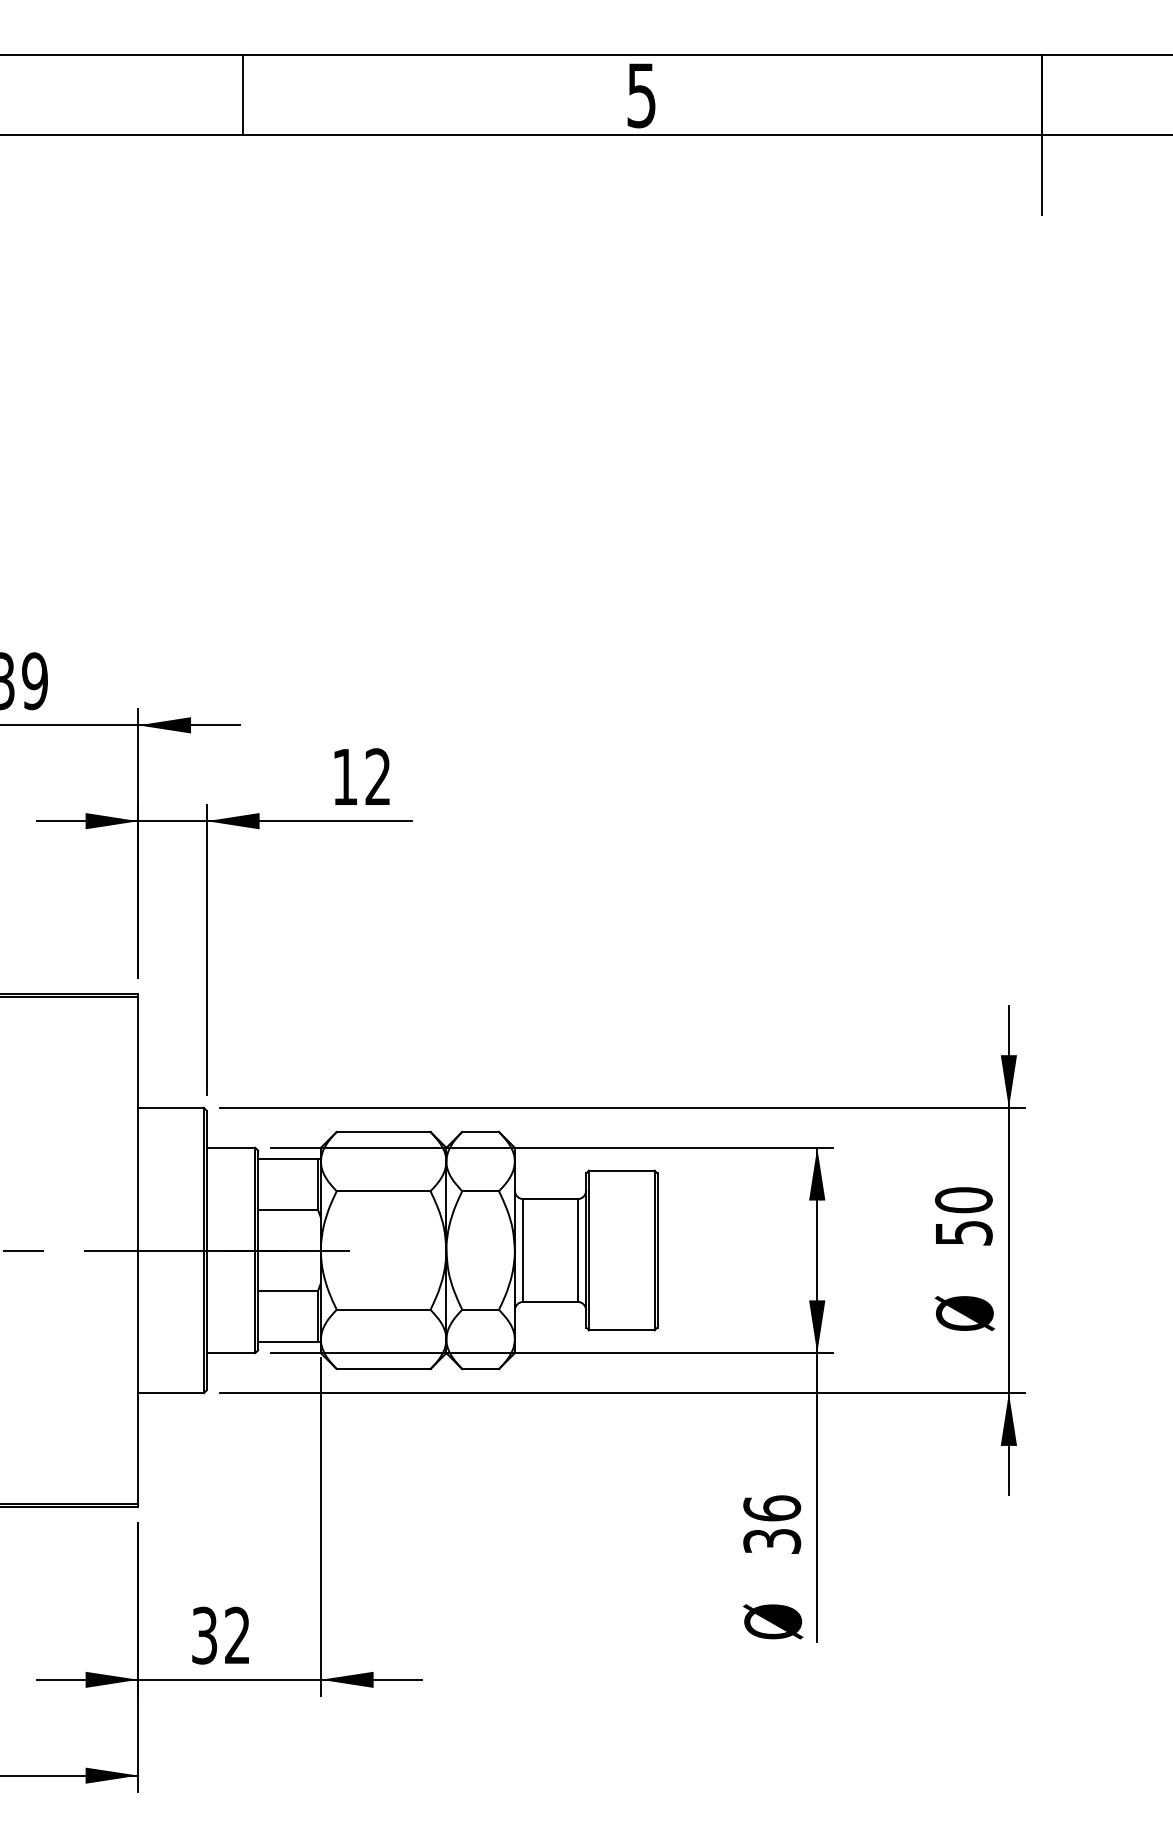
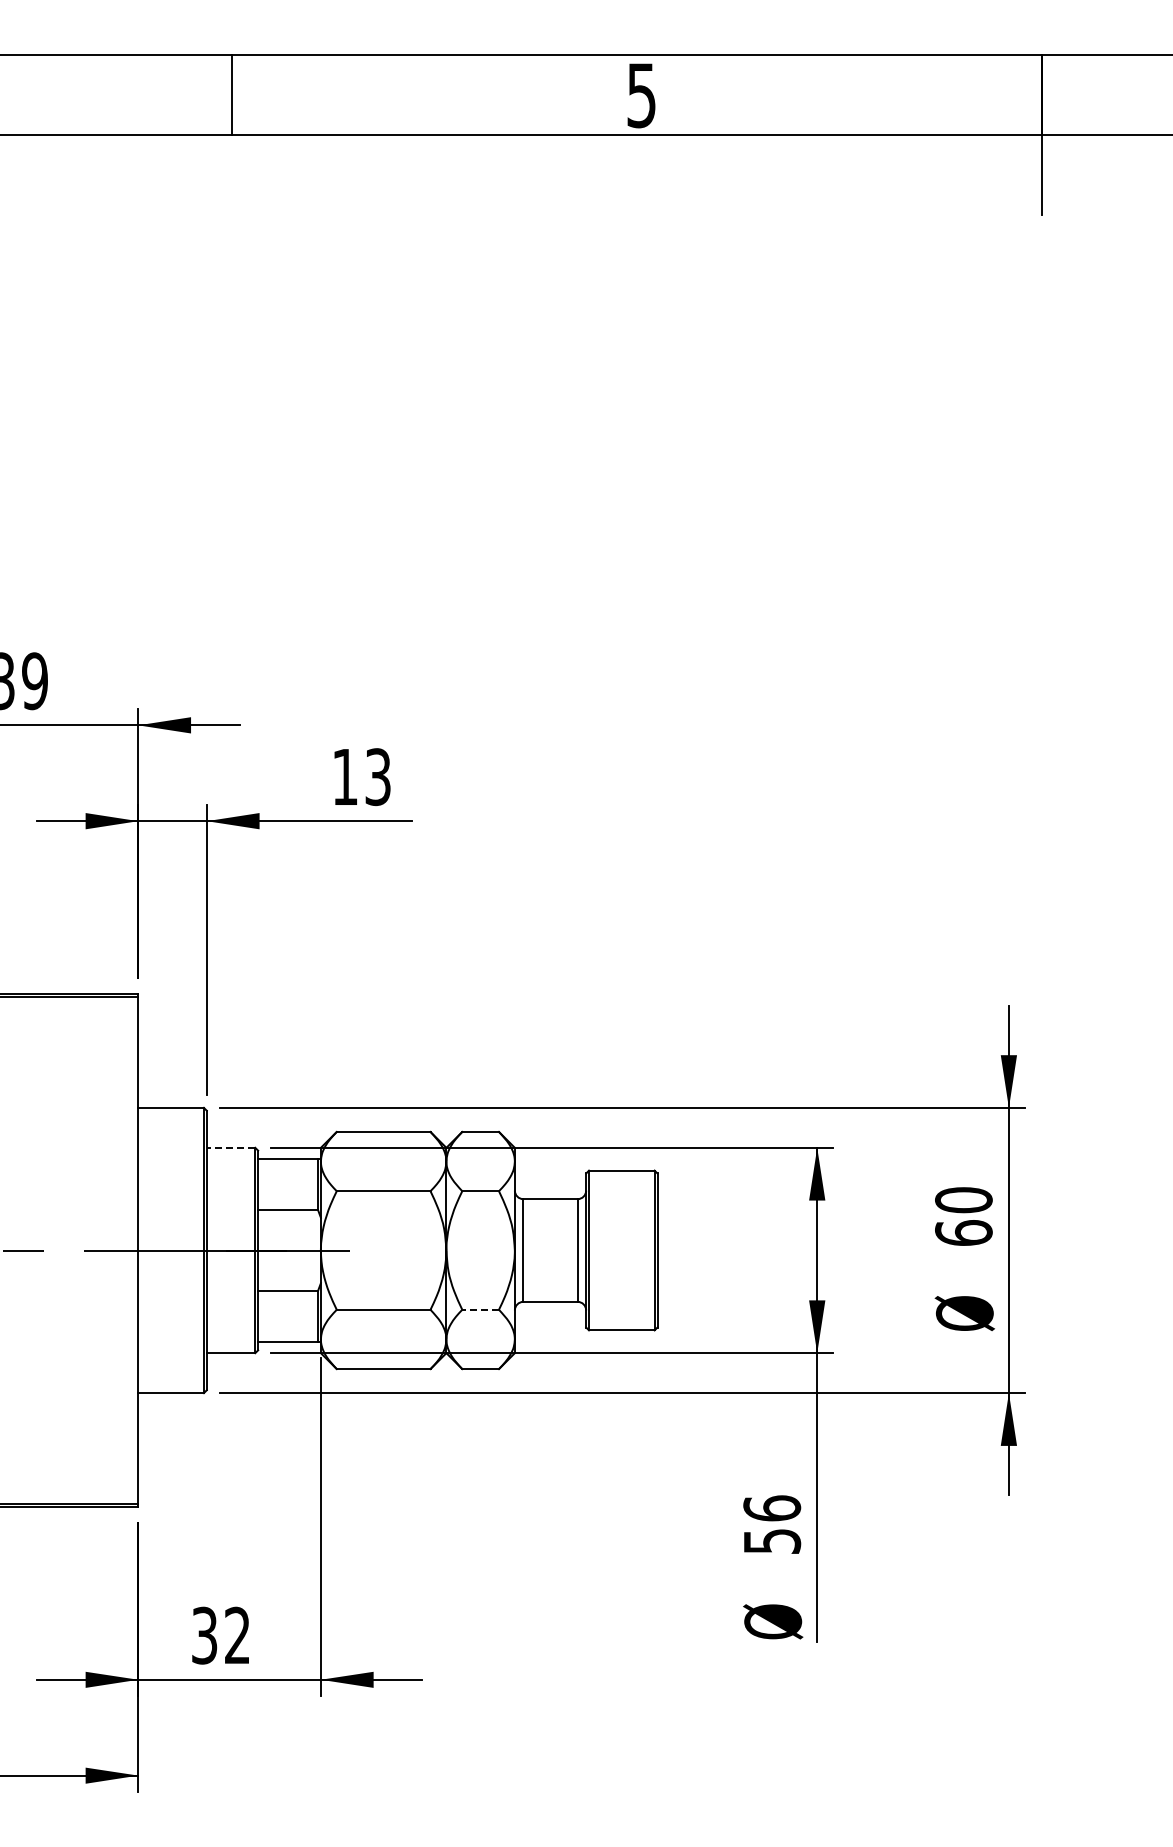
line at (243, 95) position: (243, 95) -> (232, 95)
text at (377, 777): 12 -> 13
line at (230, 1147): solid -> dashed
text at (963, 1232): 50 -> 60
line at (480, 1309): solid -> dashed
text at (771, 1541): 36 -> 56
